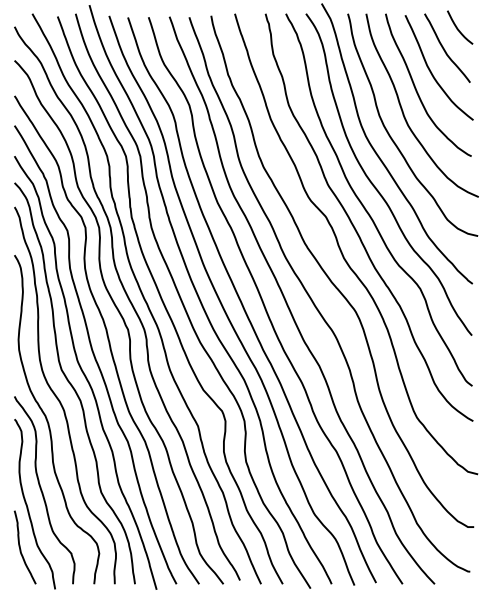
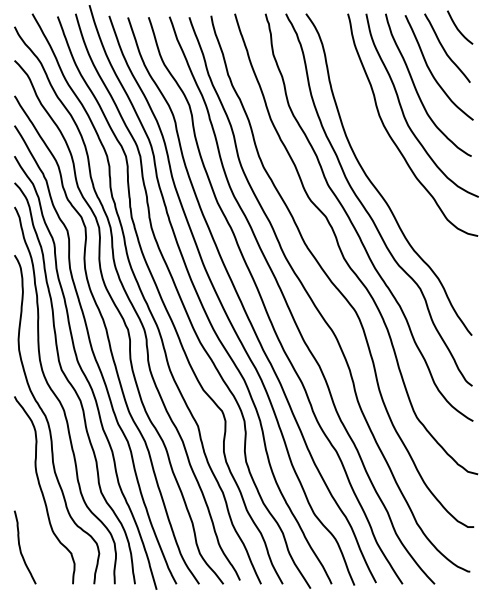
curve at (378, 154): present -> none
curve at (27, 504): present -> none
